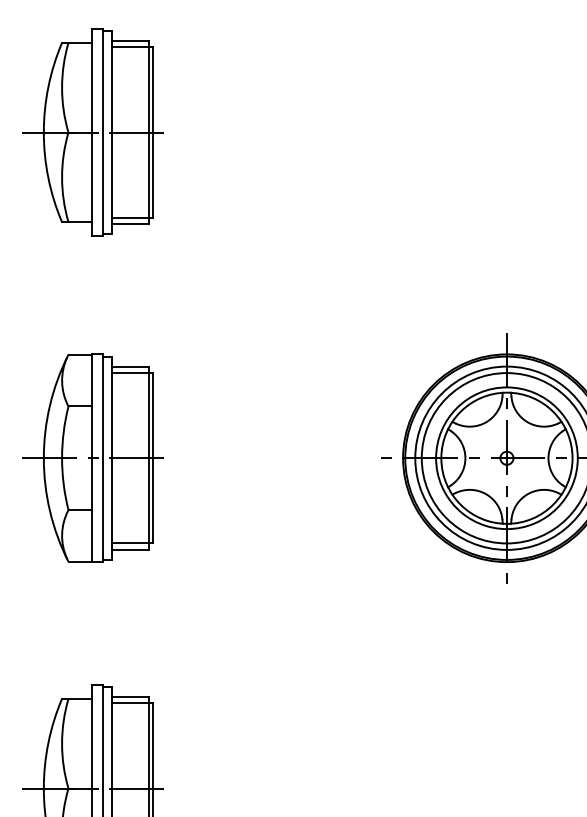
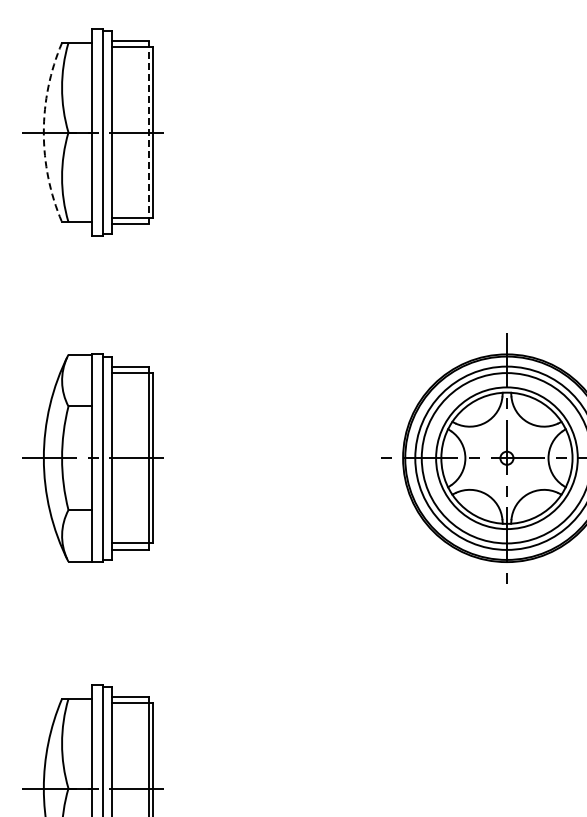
arc at (43, 132): solid -> dashed
line at (148, 132): solid -> dashed
